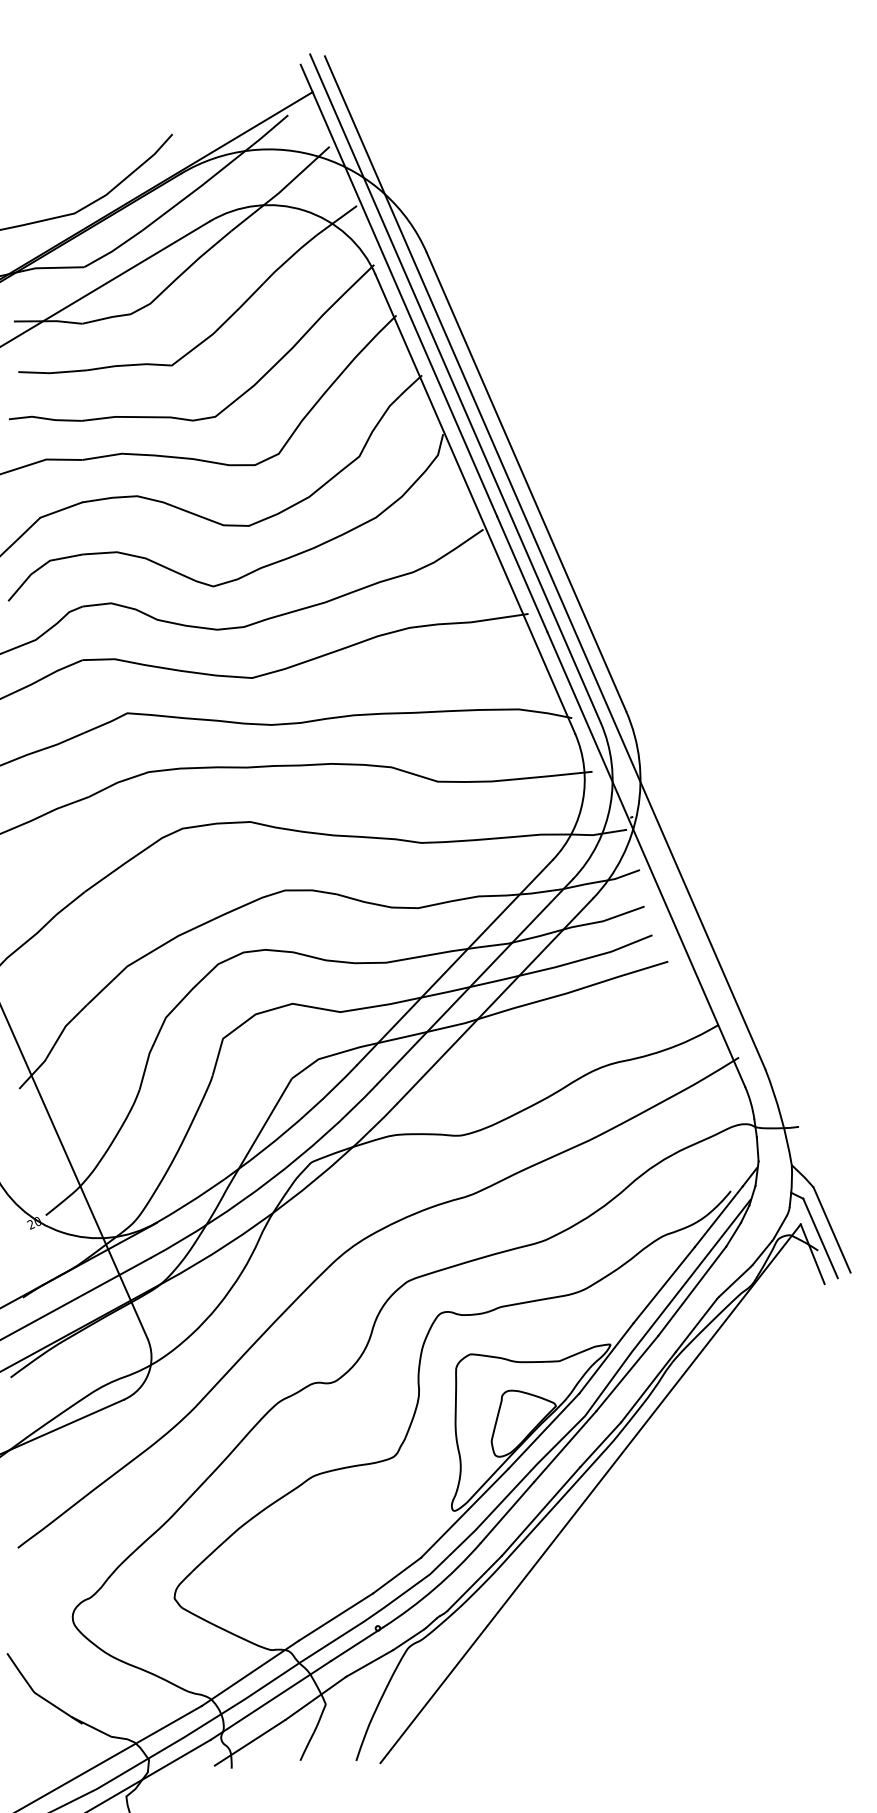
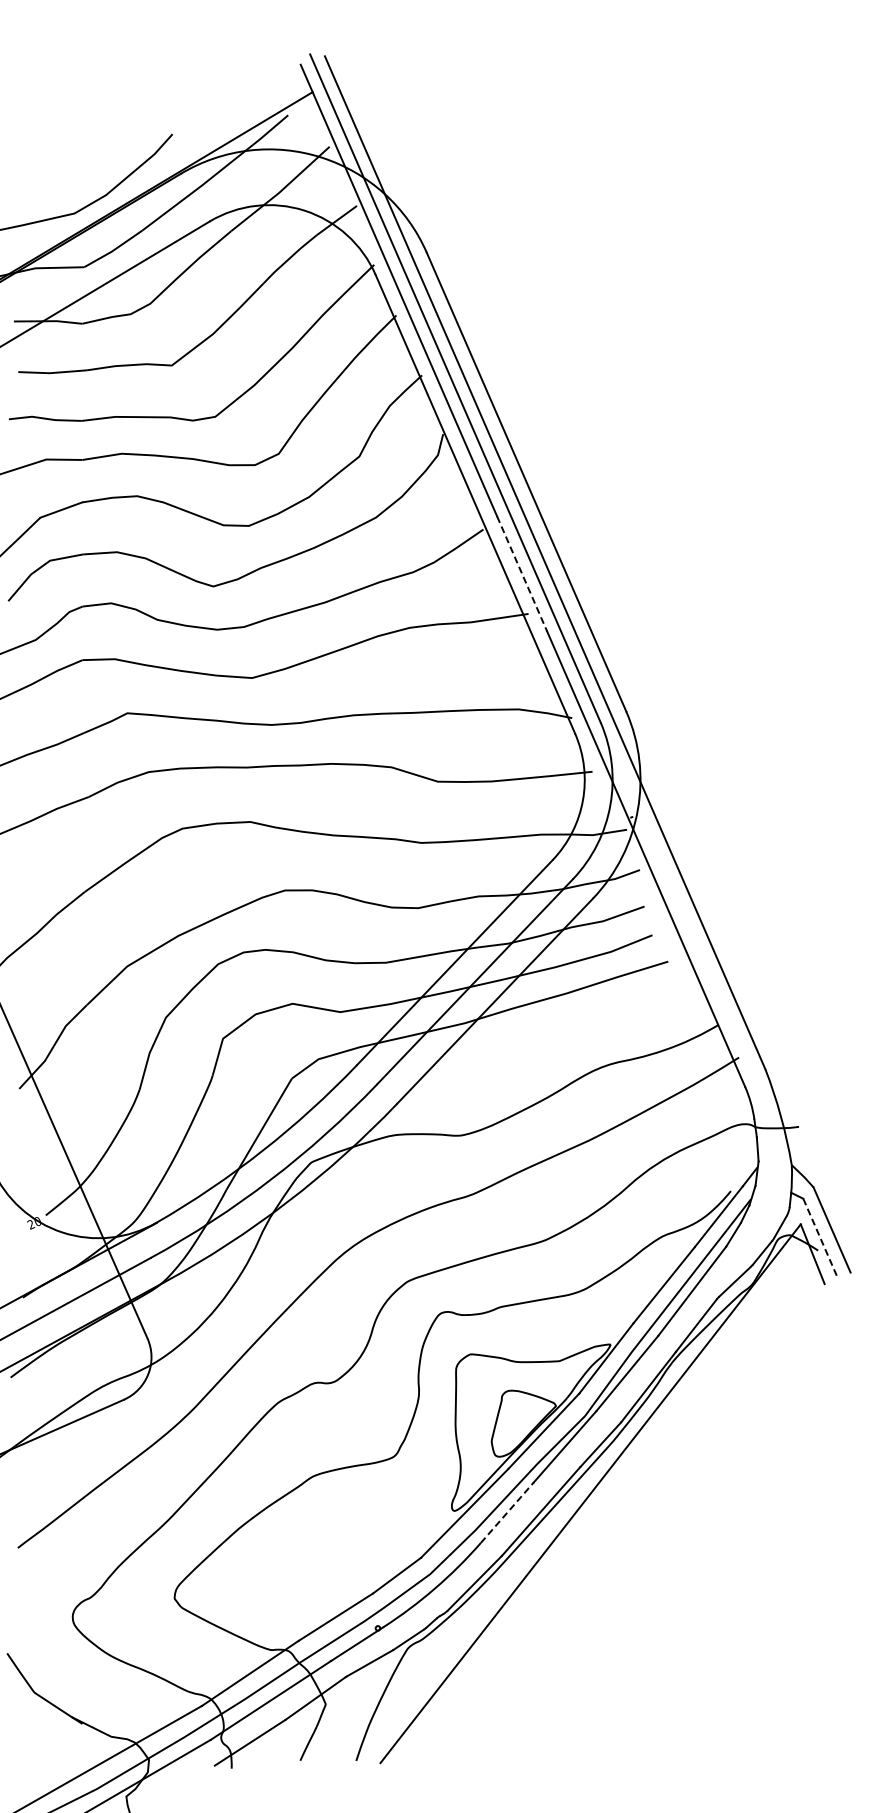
line at (522, 574): solid -> dashed
line at (820, 1238): solid -> dashed
line at (507, 1512): solid -> dashed
